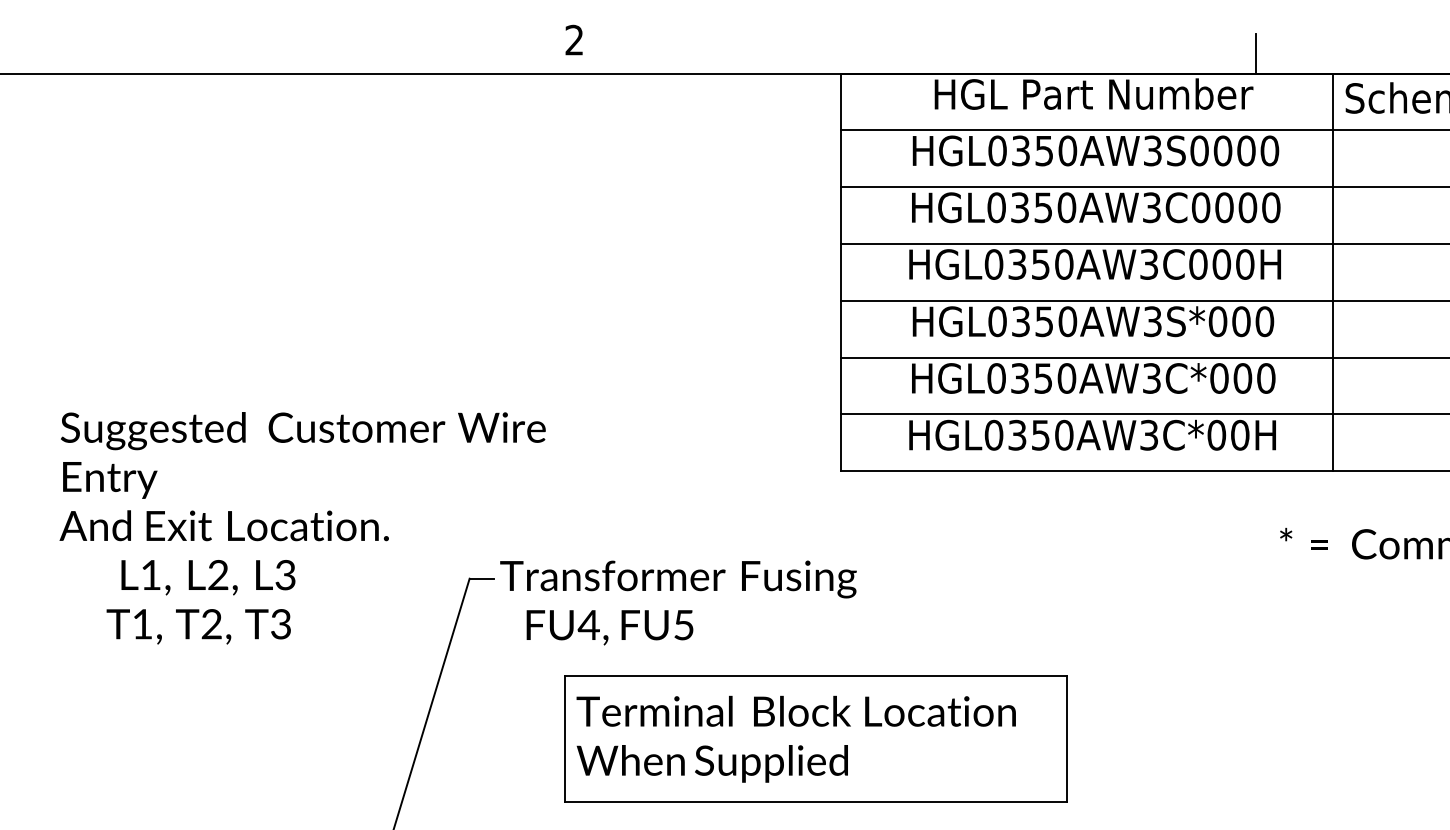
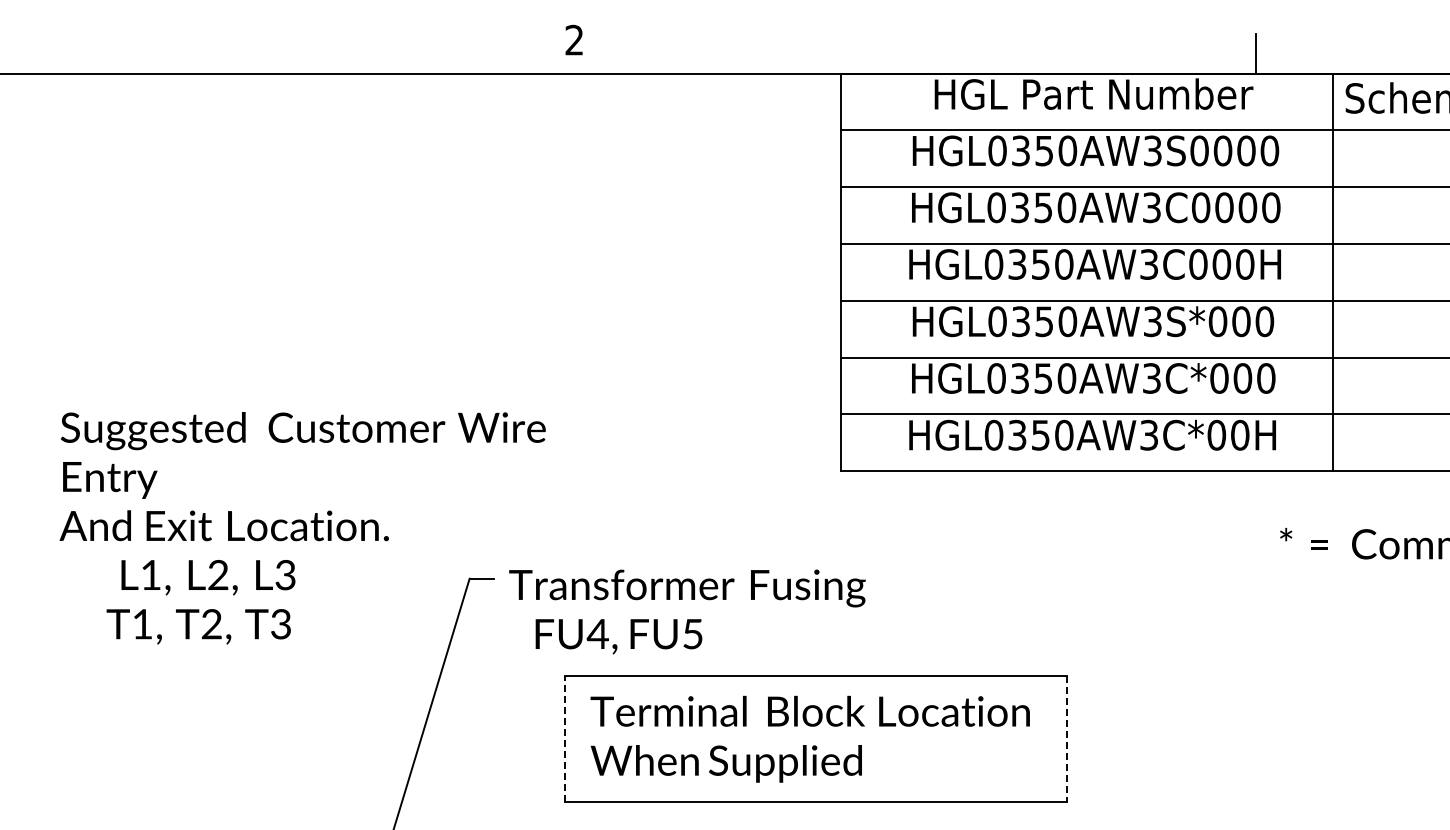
text at (678, 602) position: (678, 602) -> (687, 611)
text at (795, 738) position: (795, 738) -> (809, 738)
line at (564, 739): solid -> dashed
line at (1066, 739): solid -> dashed
